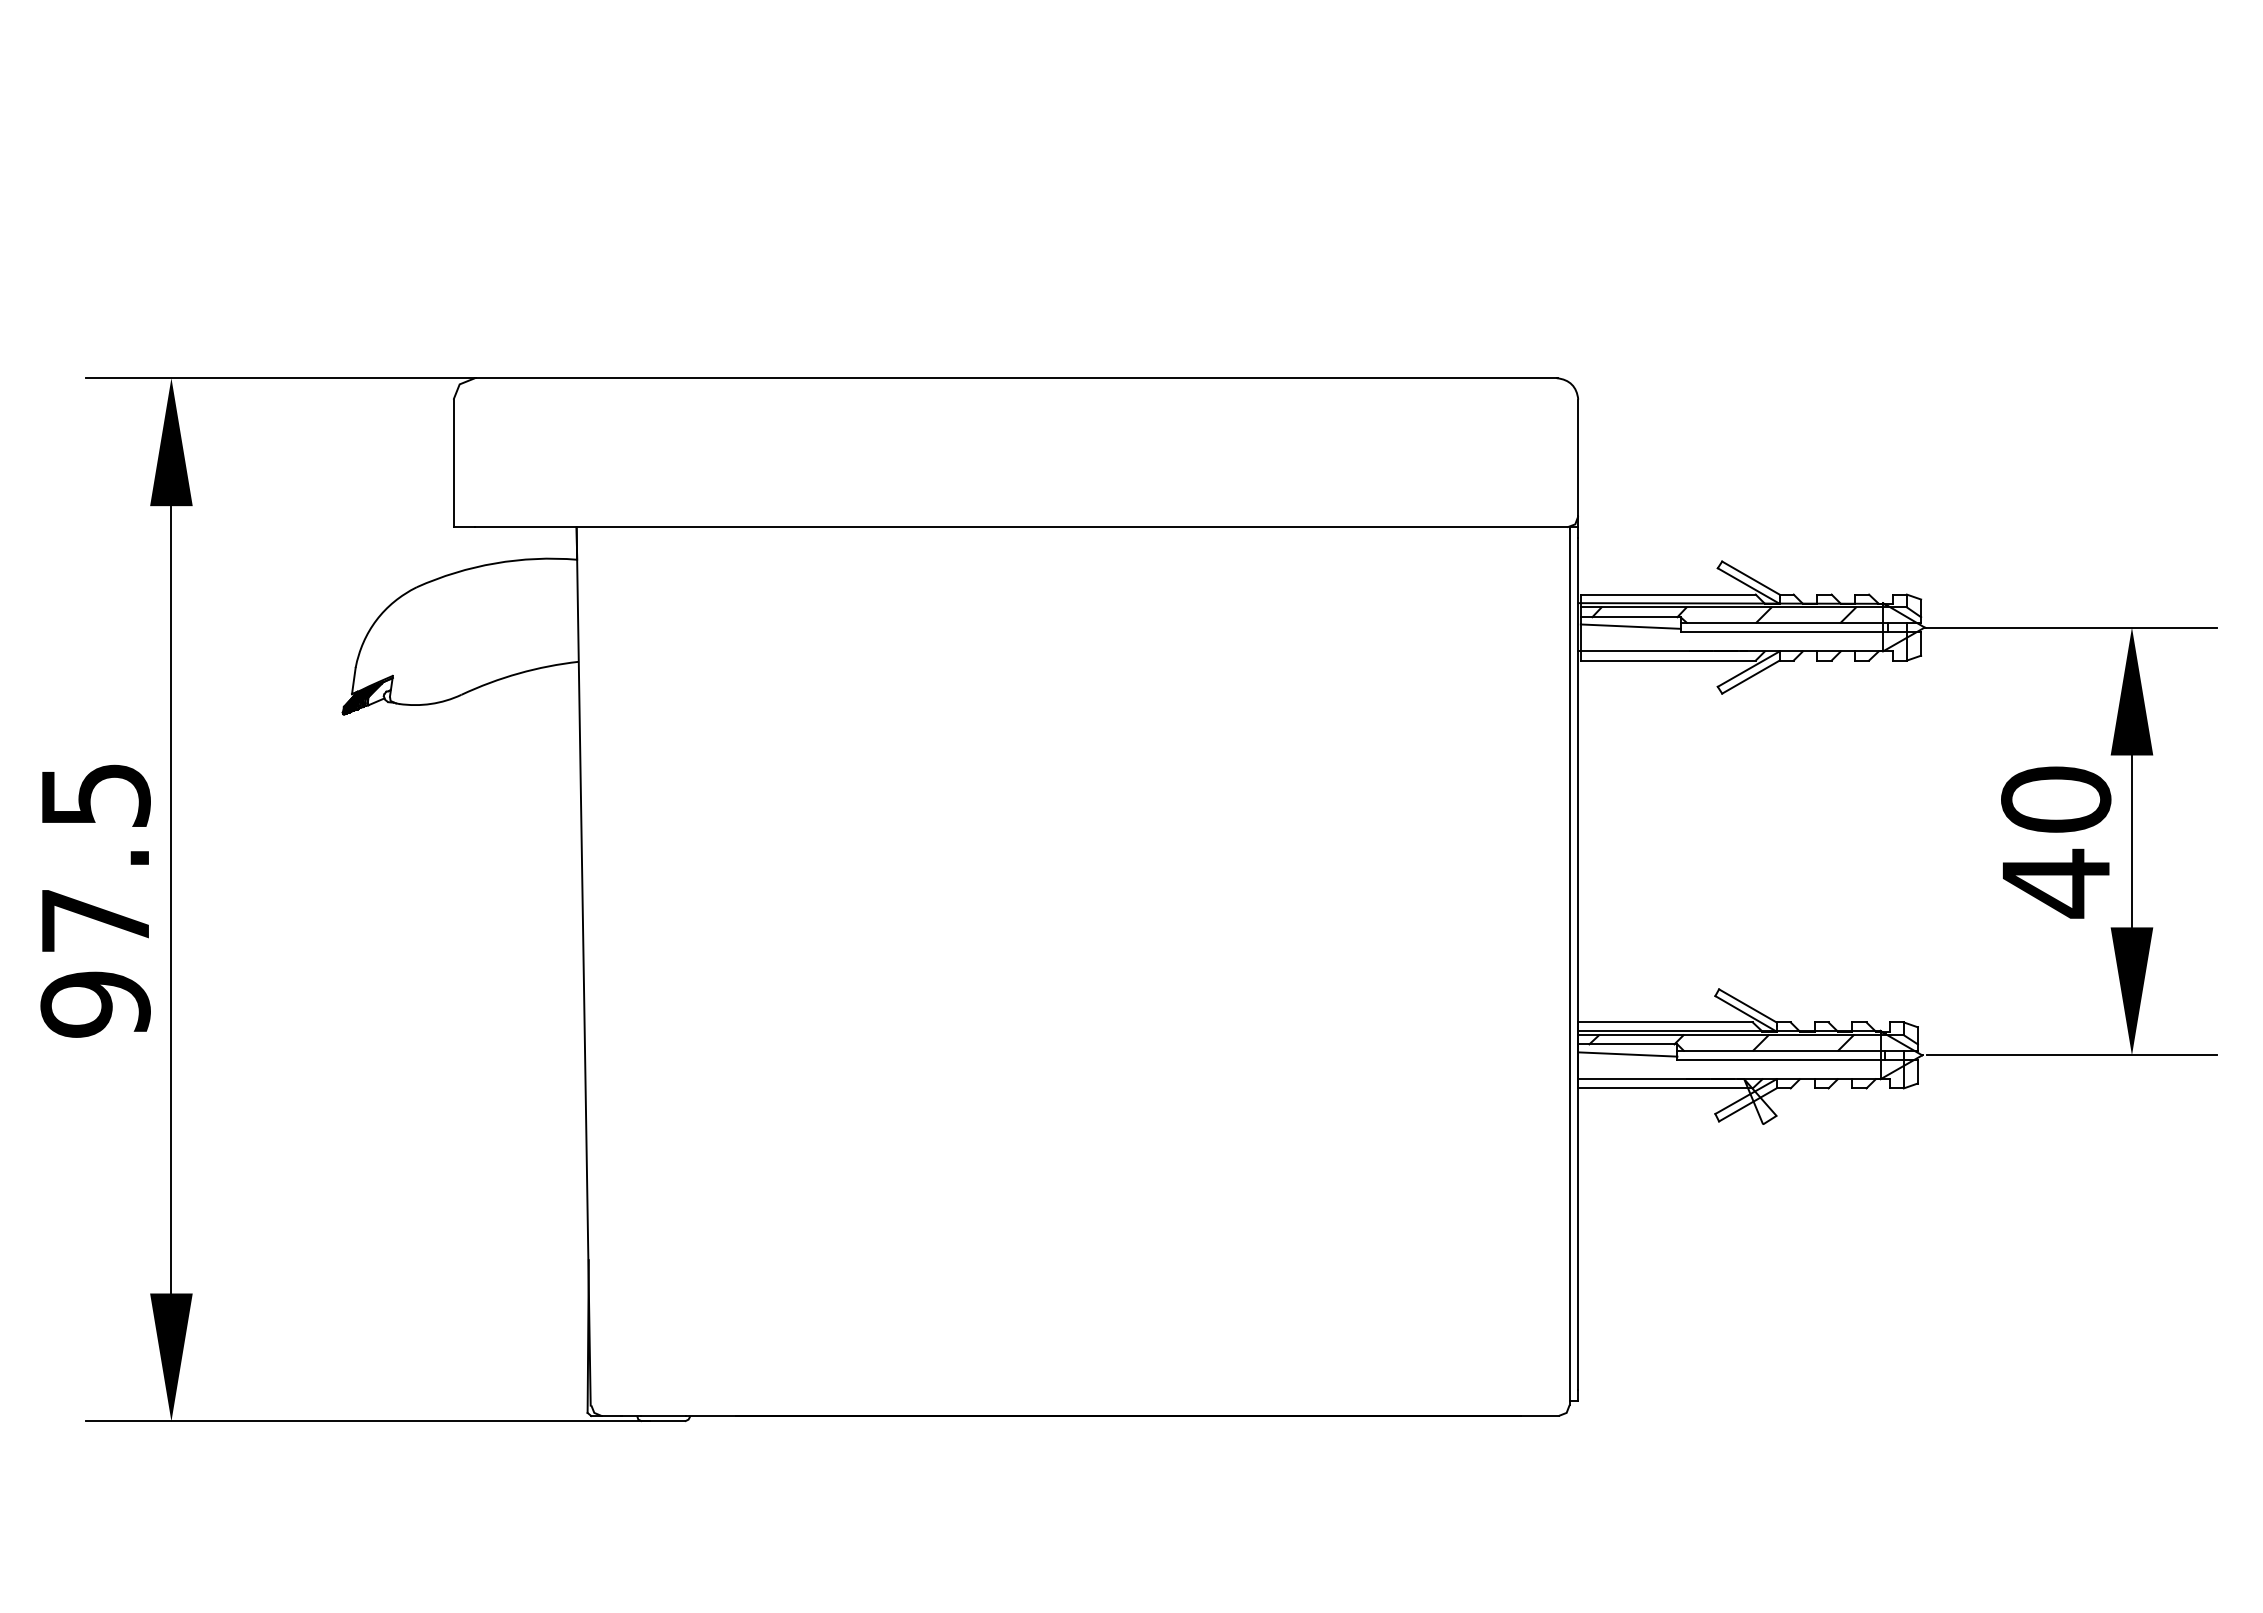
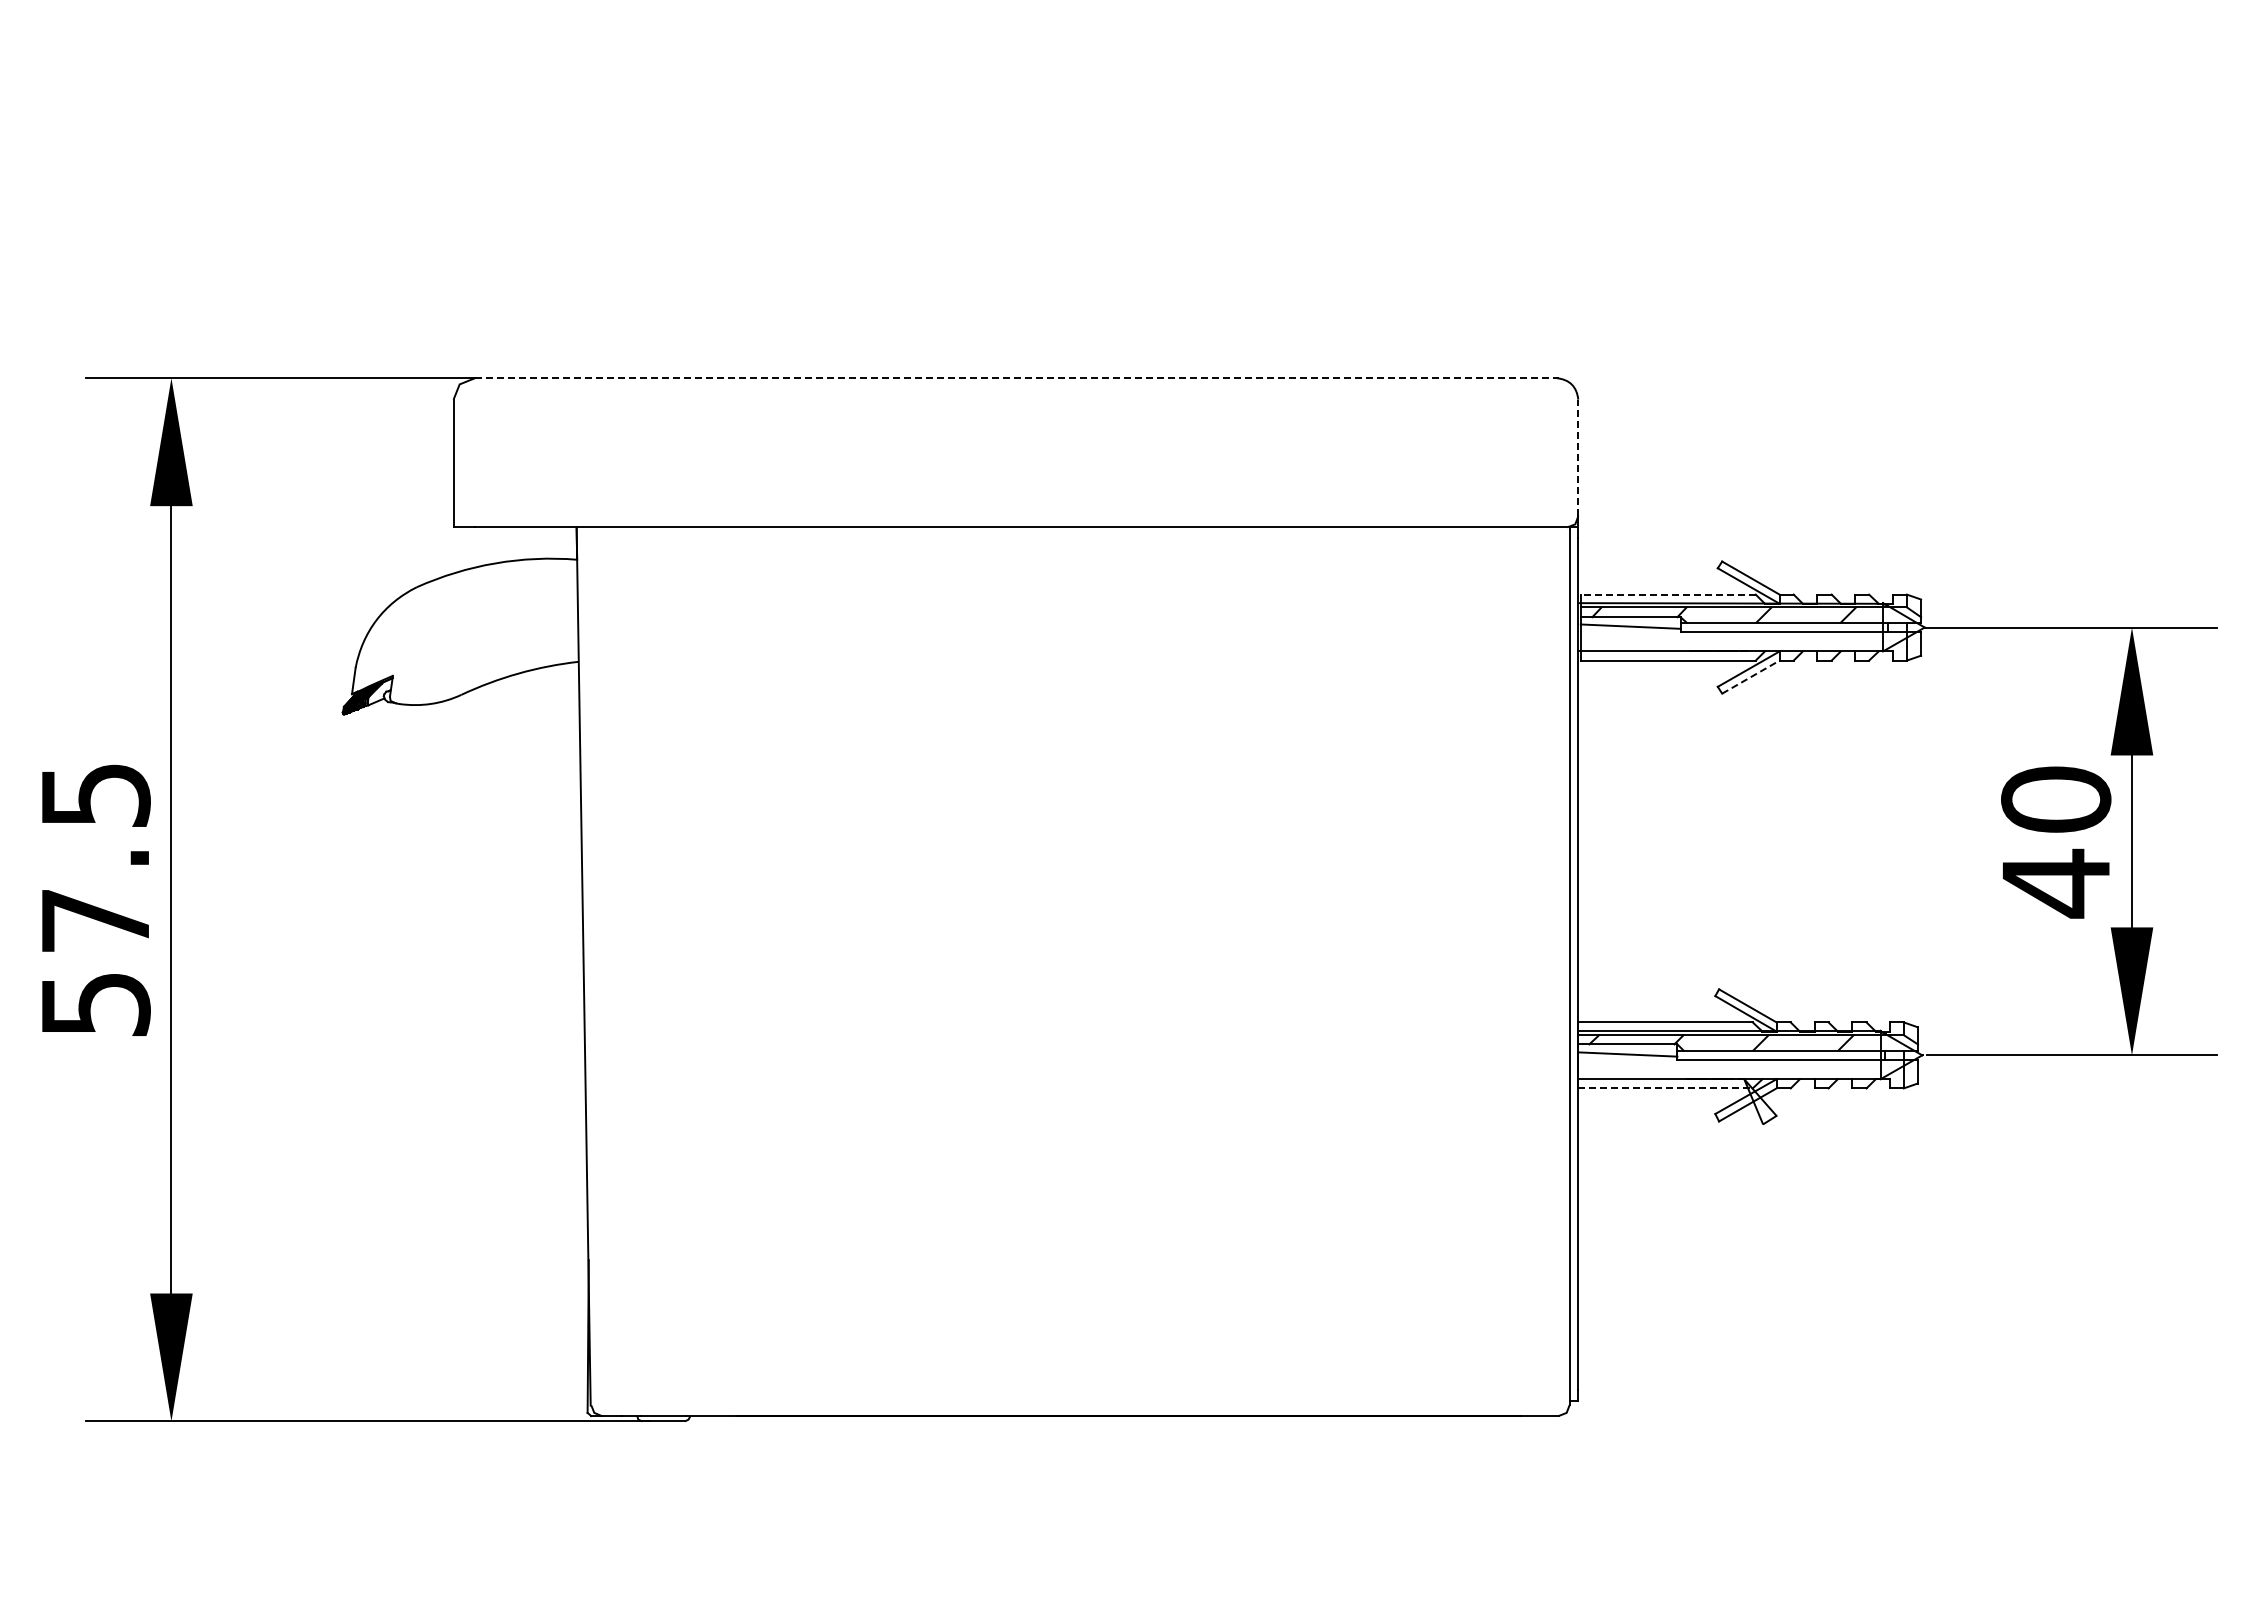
line at (1015, 378): solid -> dashed
line at (1578, 457): solid -> dashed
line at (1667, 594): solid -> dashed
line at (1751, 676): solid -> dashed
text at (95, 1004): 97.5 -> 57.5
line at (1666, 1088): solid -> dashed
